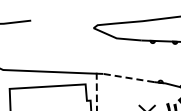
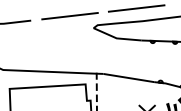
line at (136, 8): none -> present
line at (69, 16): none -> present
line at (128, 78): dashed -> solid
